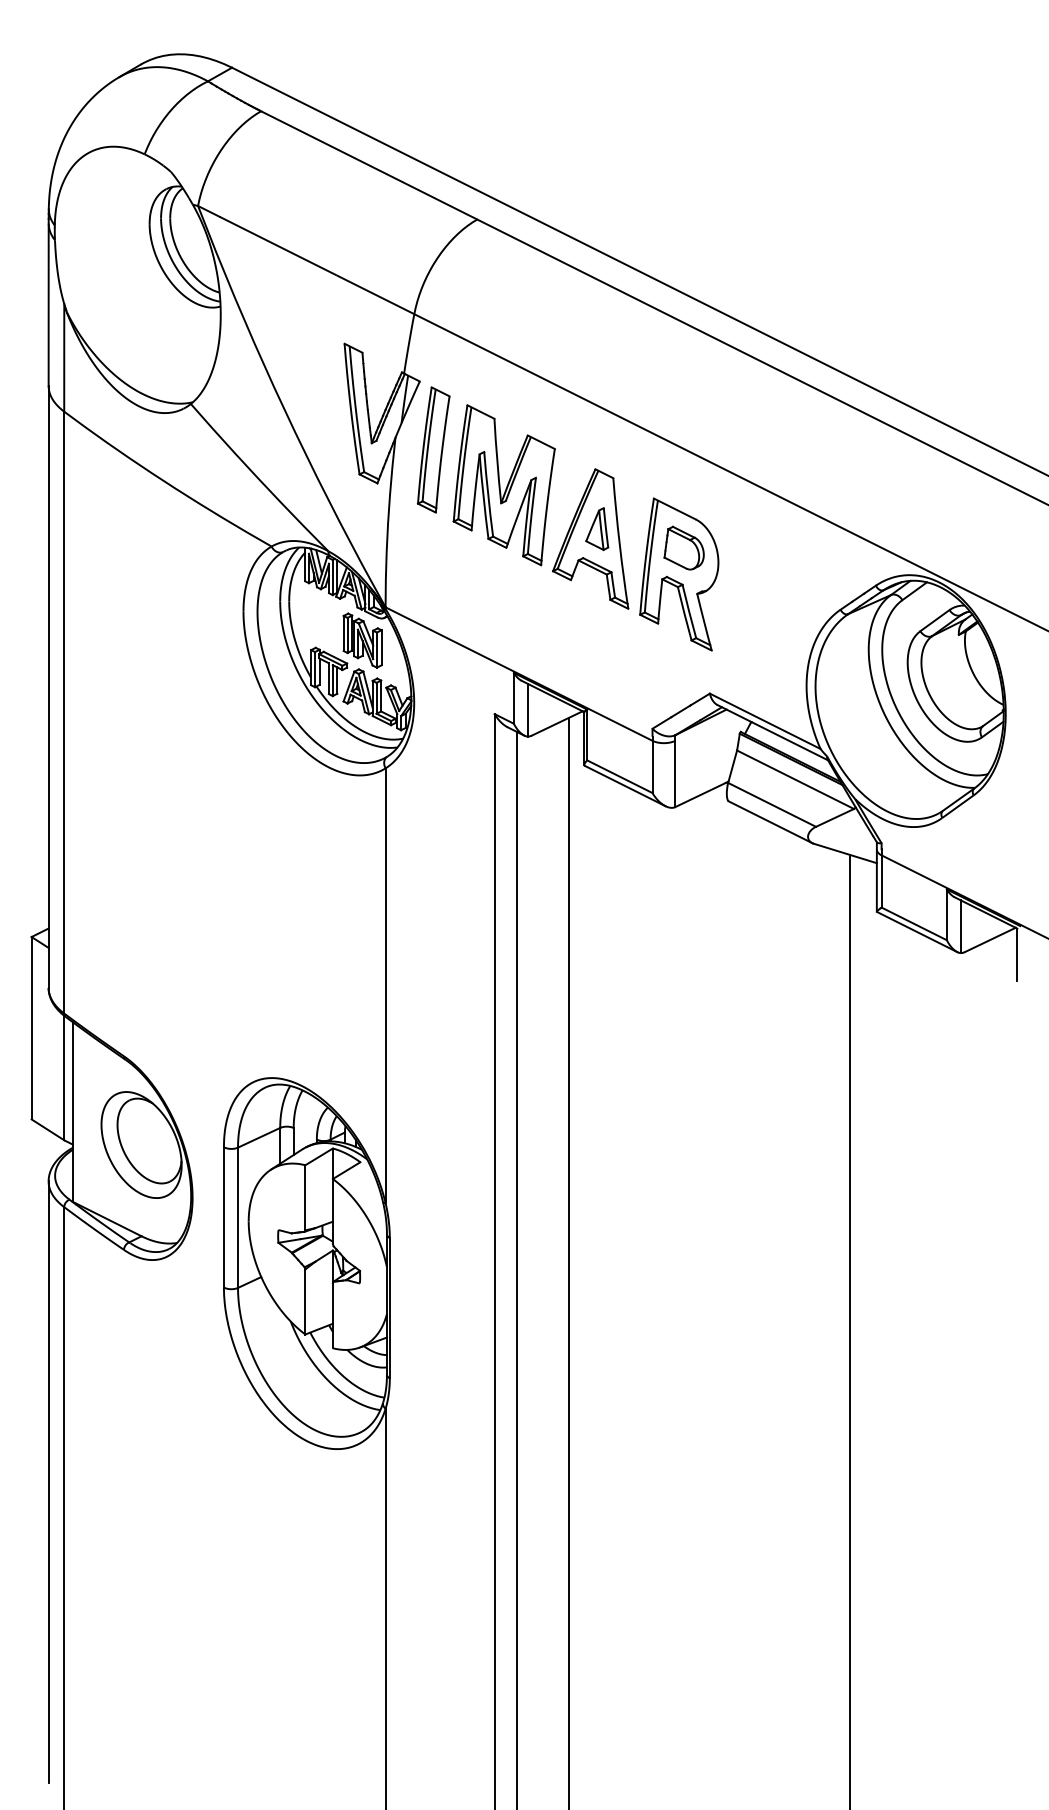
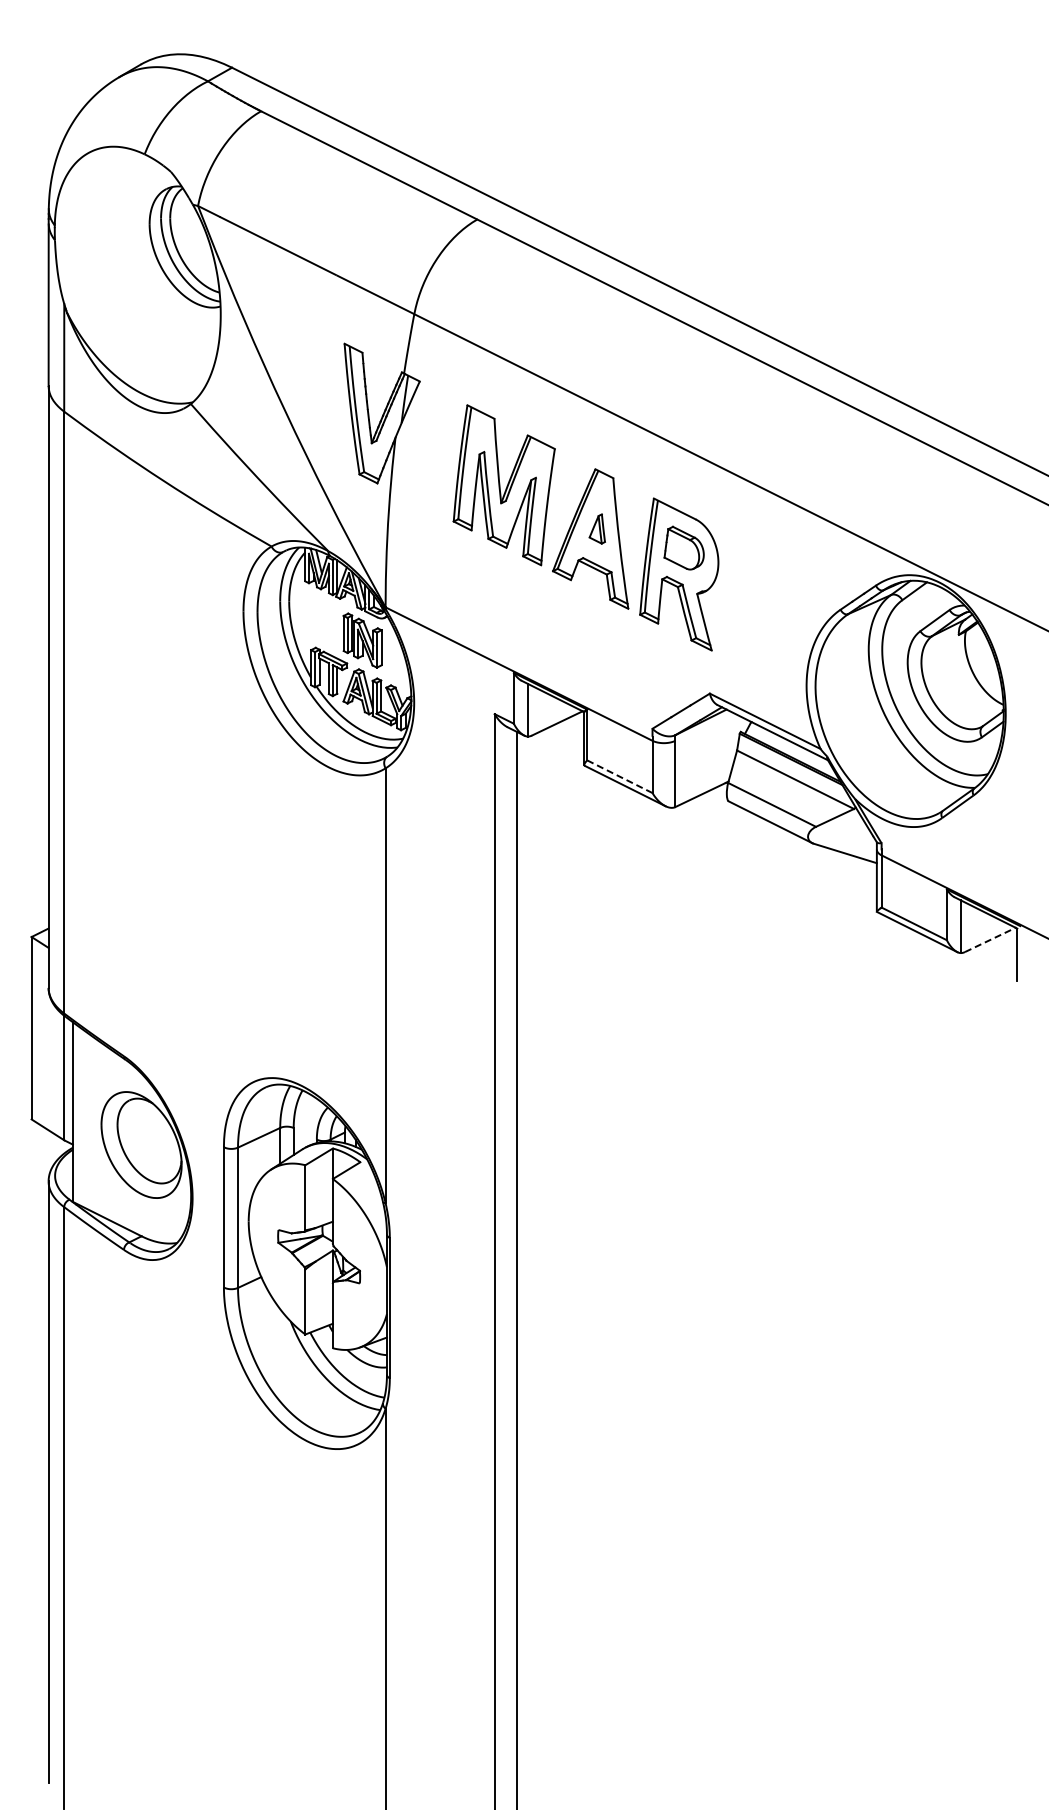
part at (433, 449): present -> none
part at (597, 528) size: 25x44 px -> 18x32 px
line at (620, 776): solid -> dashed
line at (990, 939): solid -> dashed
line at (568, 1261): present -> none
line at (850, 1330): present -> none
